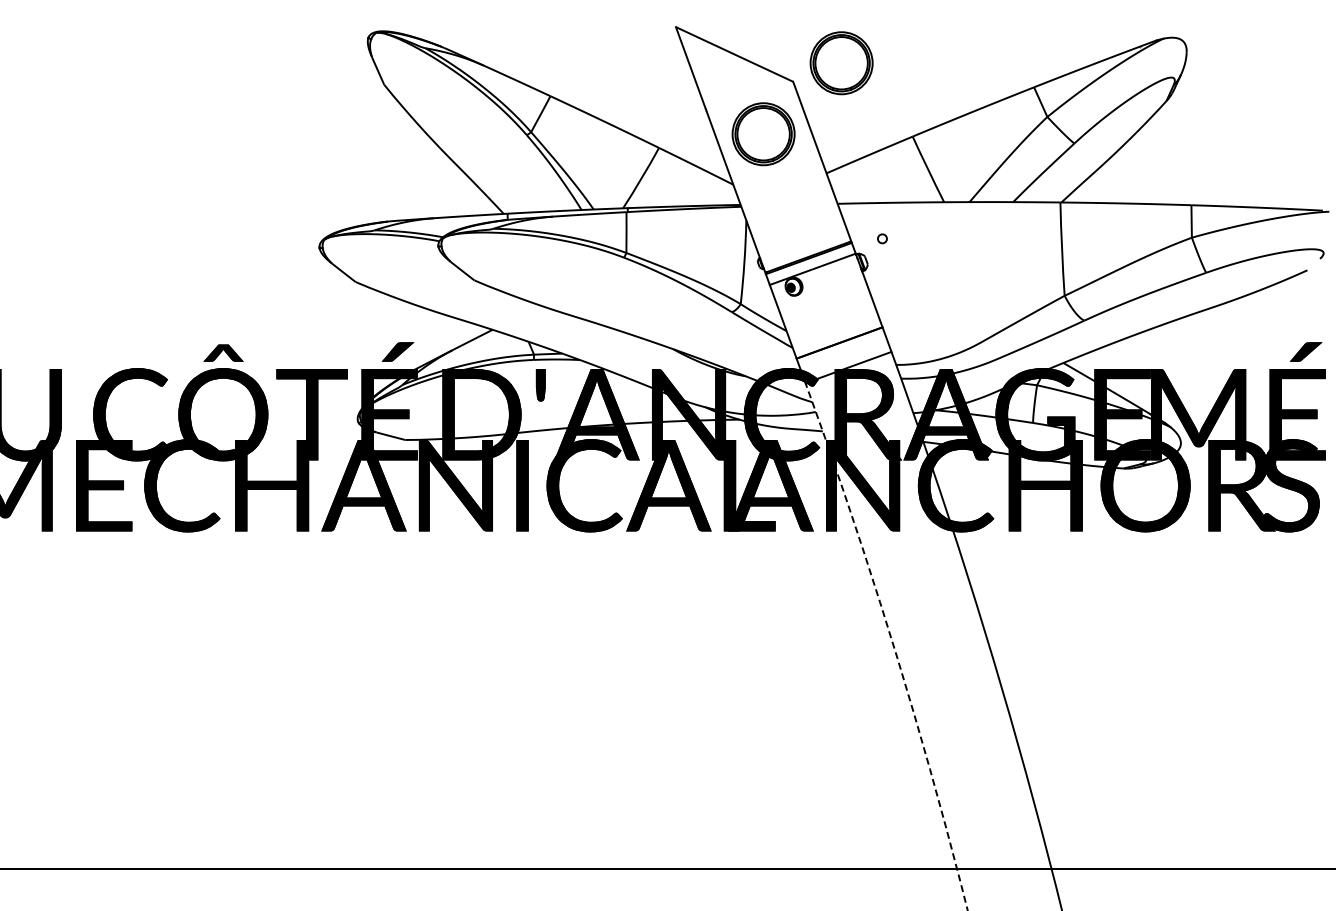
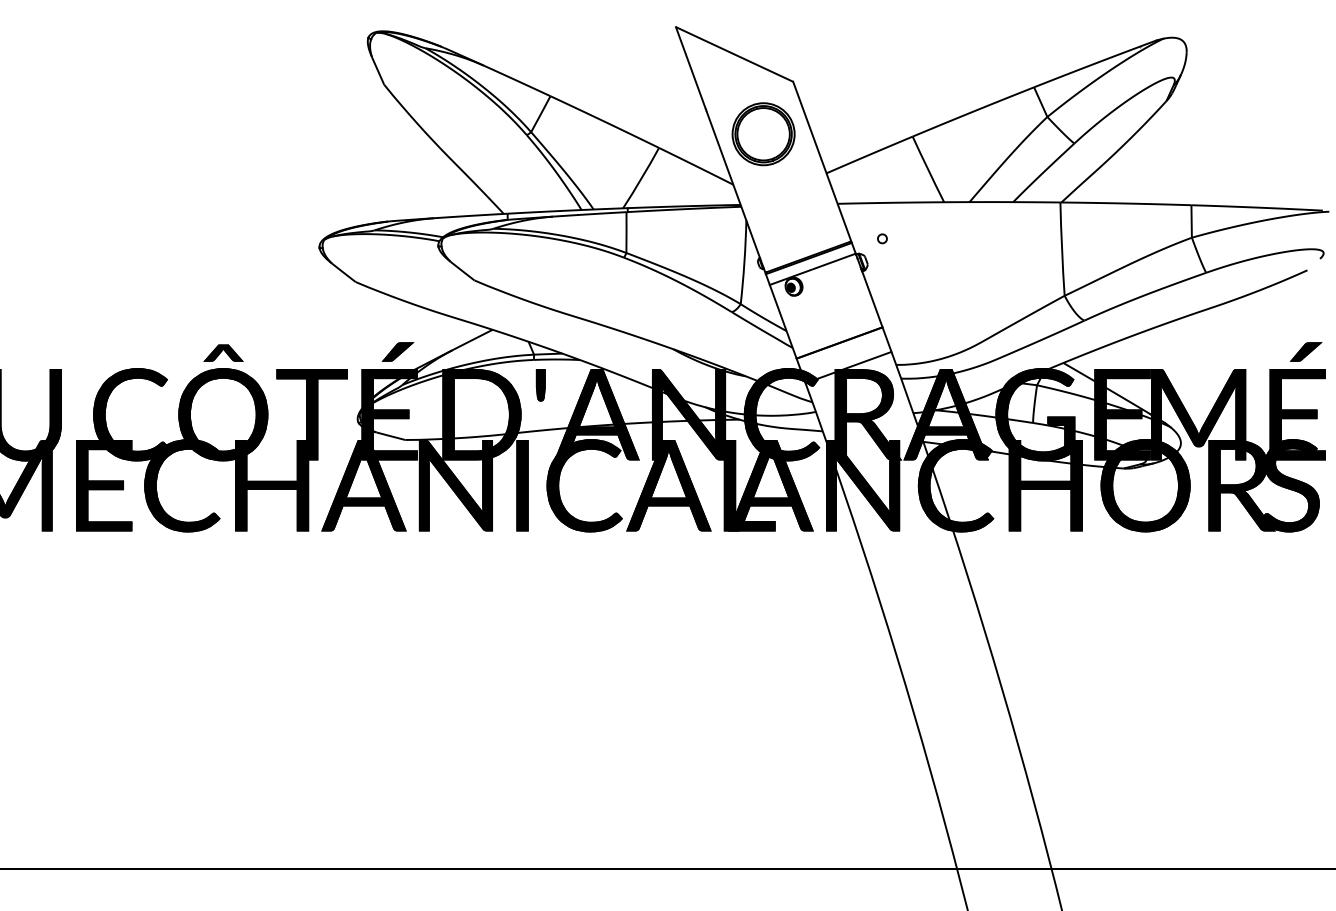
part at (841, 63): present -> none
arc at (892, 643): dashed -> solid
